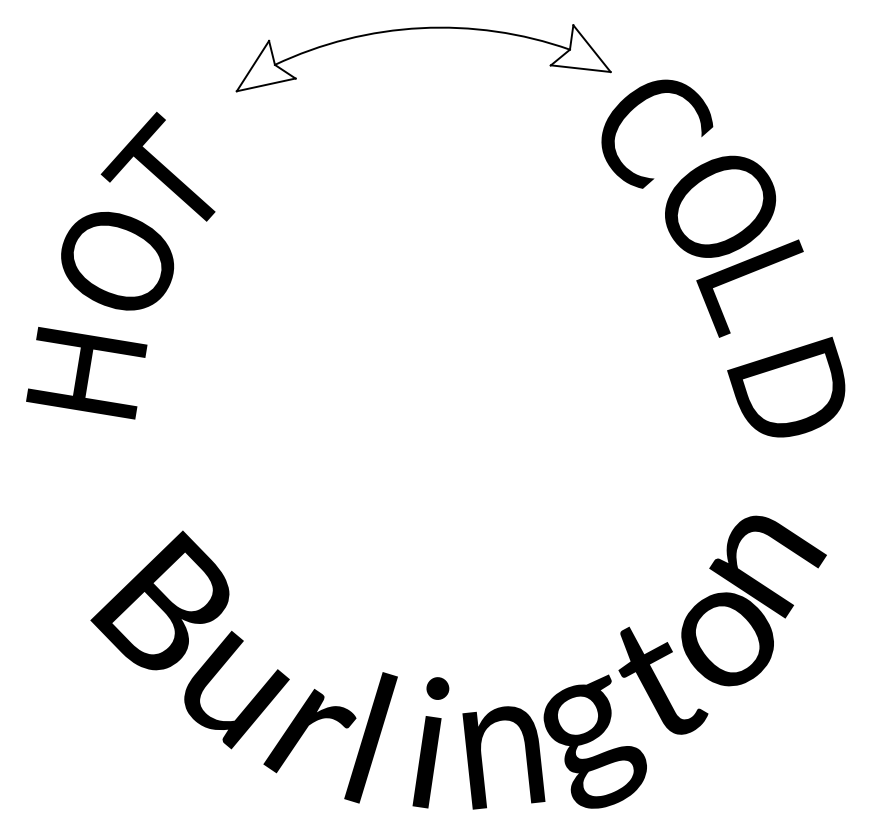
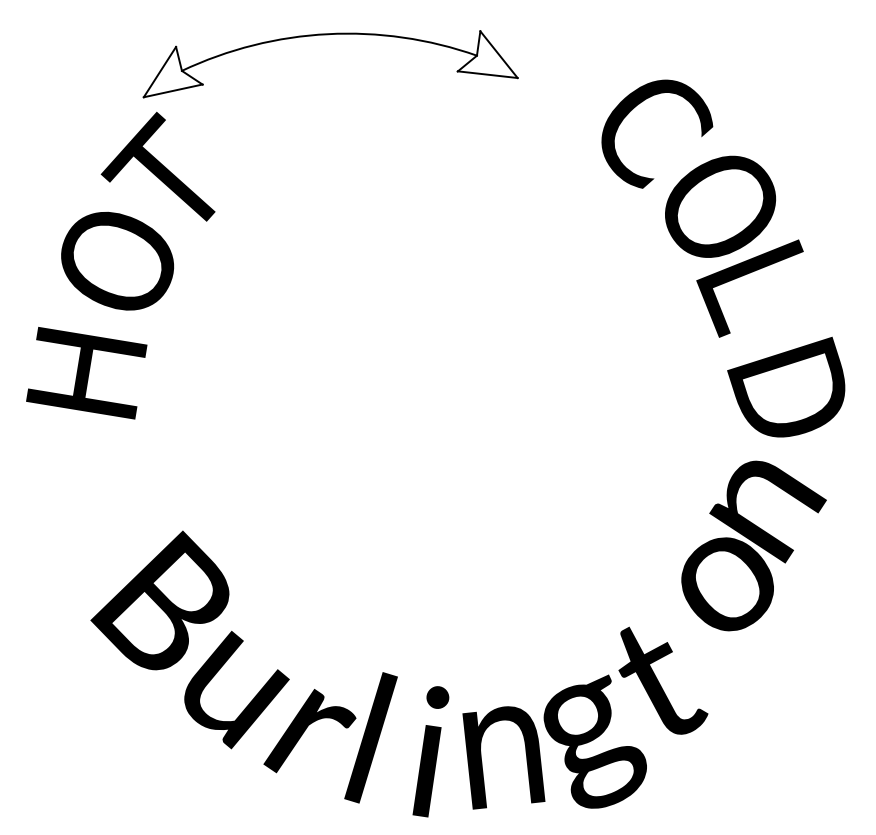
part at (421, 29) position: (421, 29) -> (328, 35)
text at (753, 600) position: (753, 600) -> (753, 545)
text at (430, 742) position: (430, 742) -> (430, 751)
